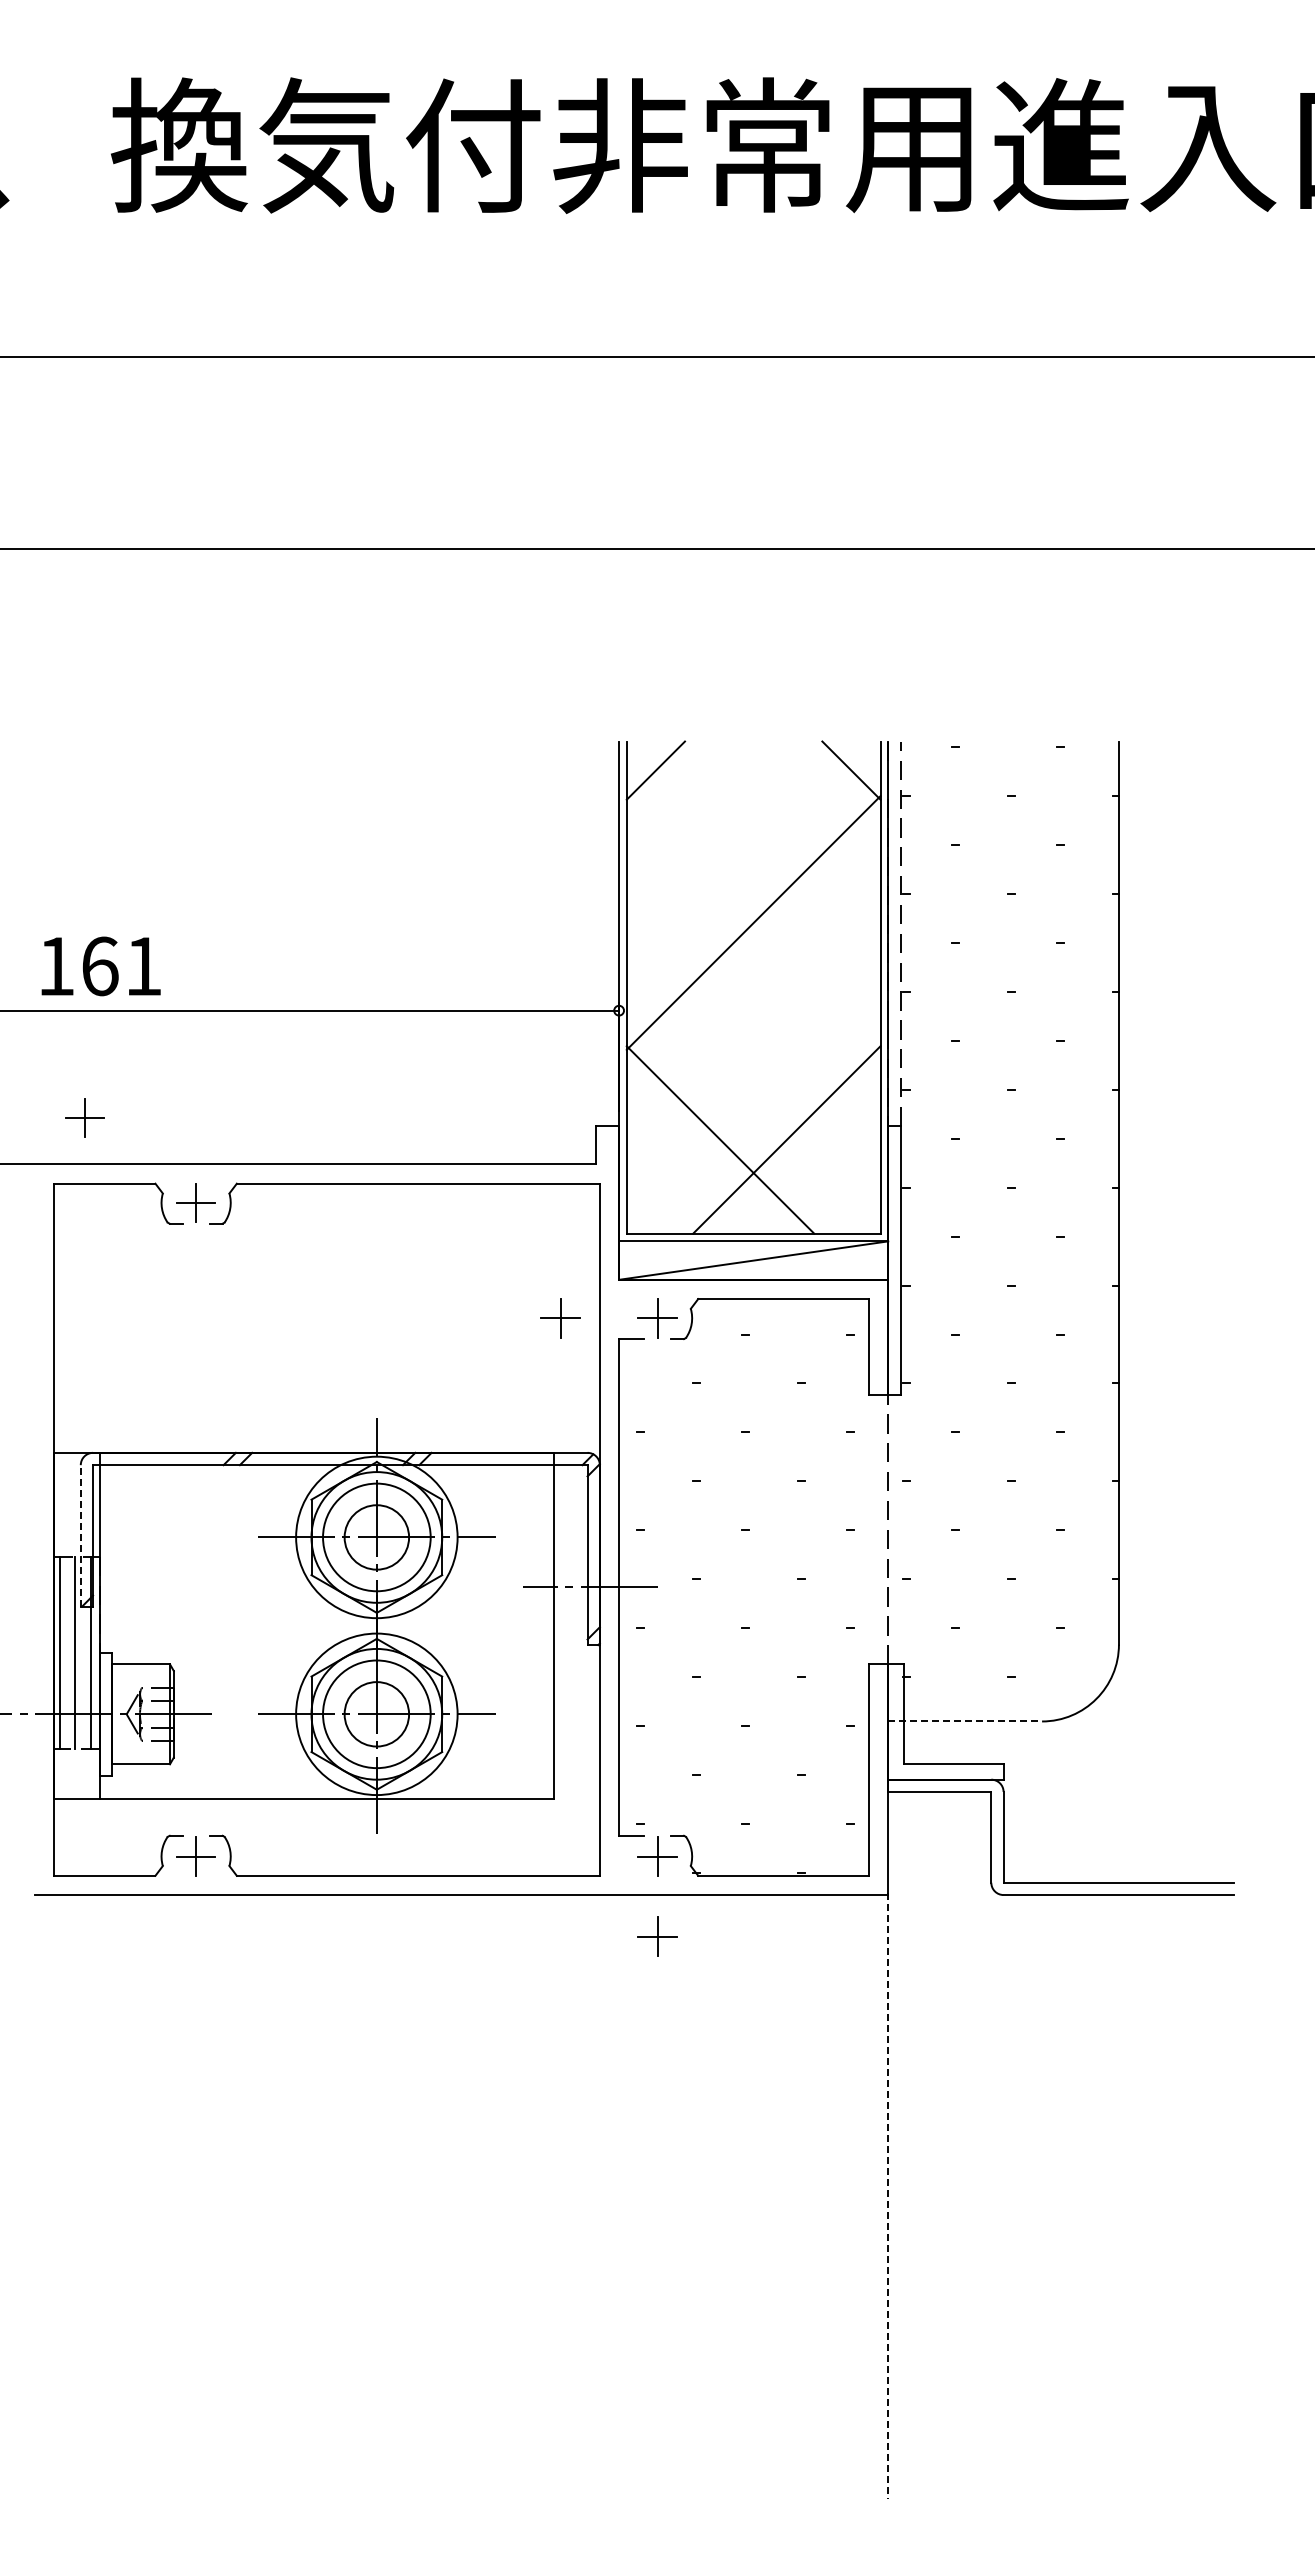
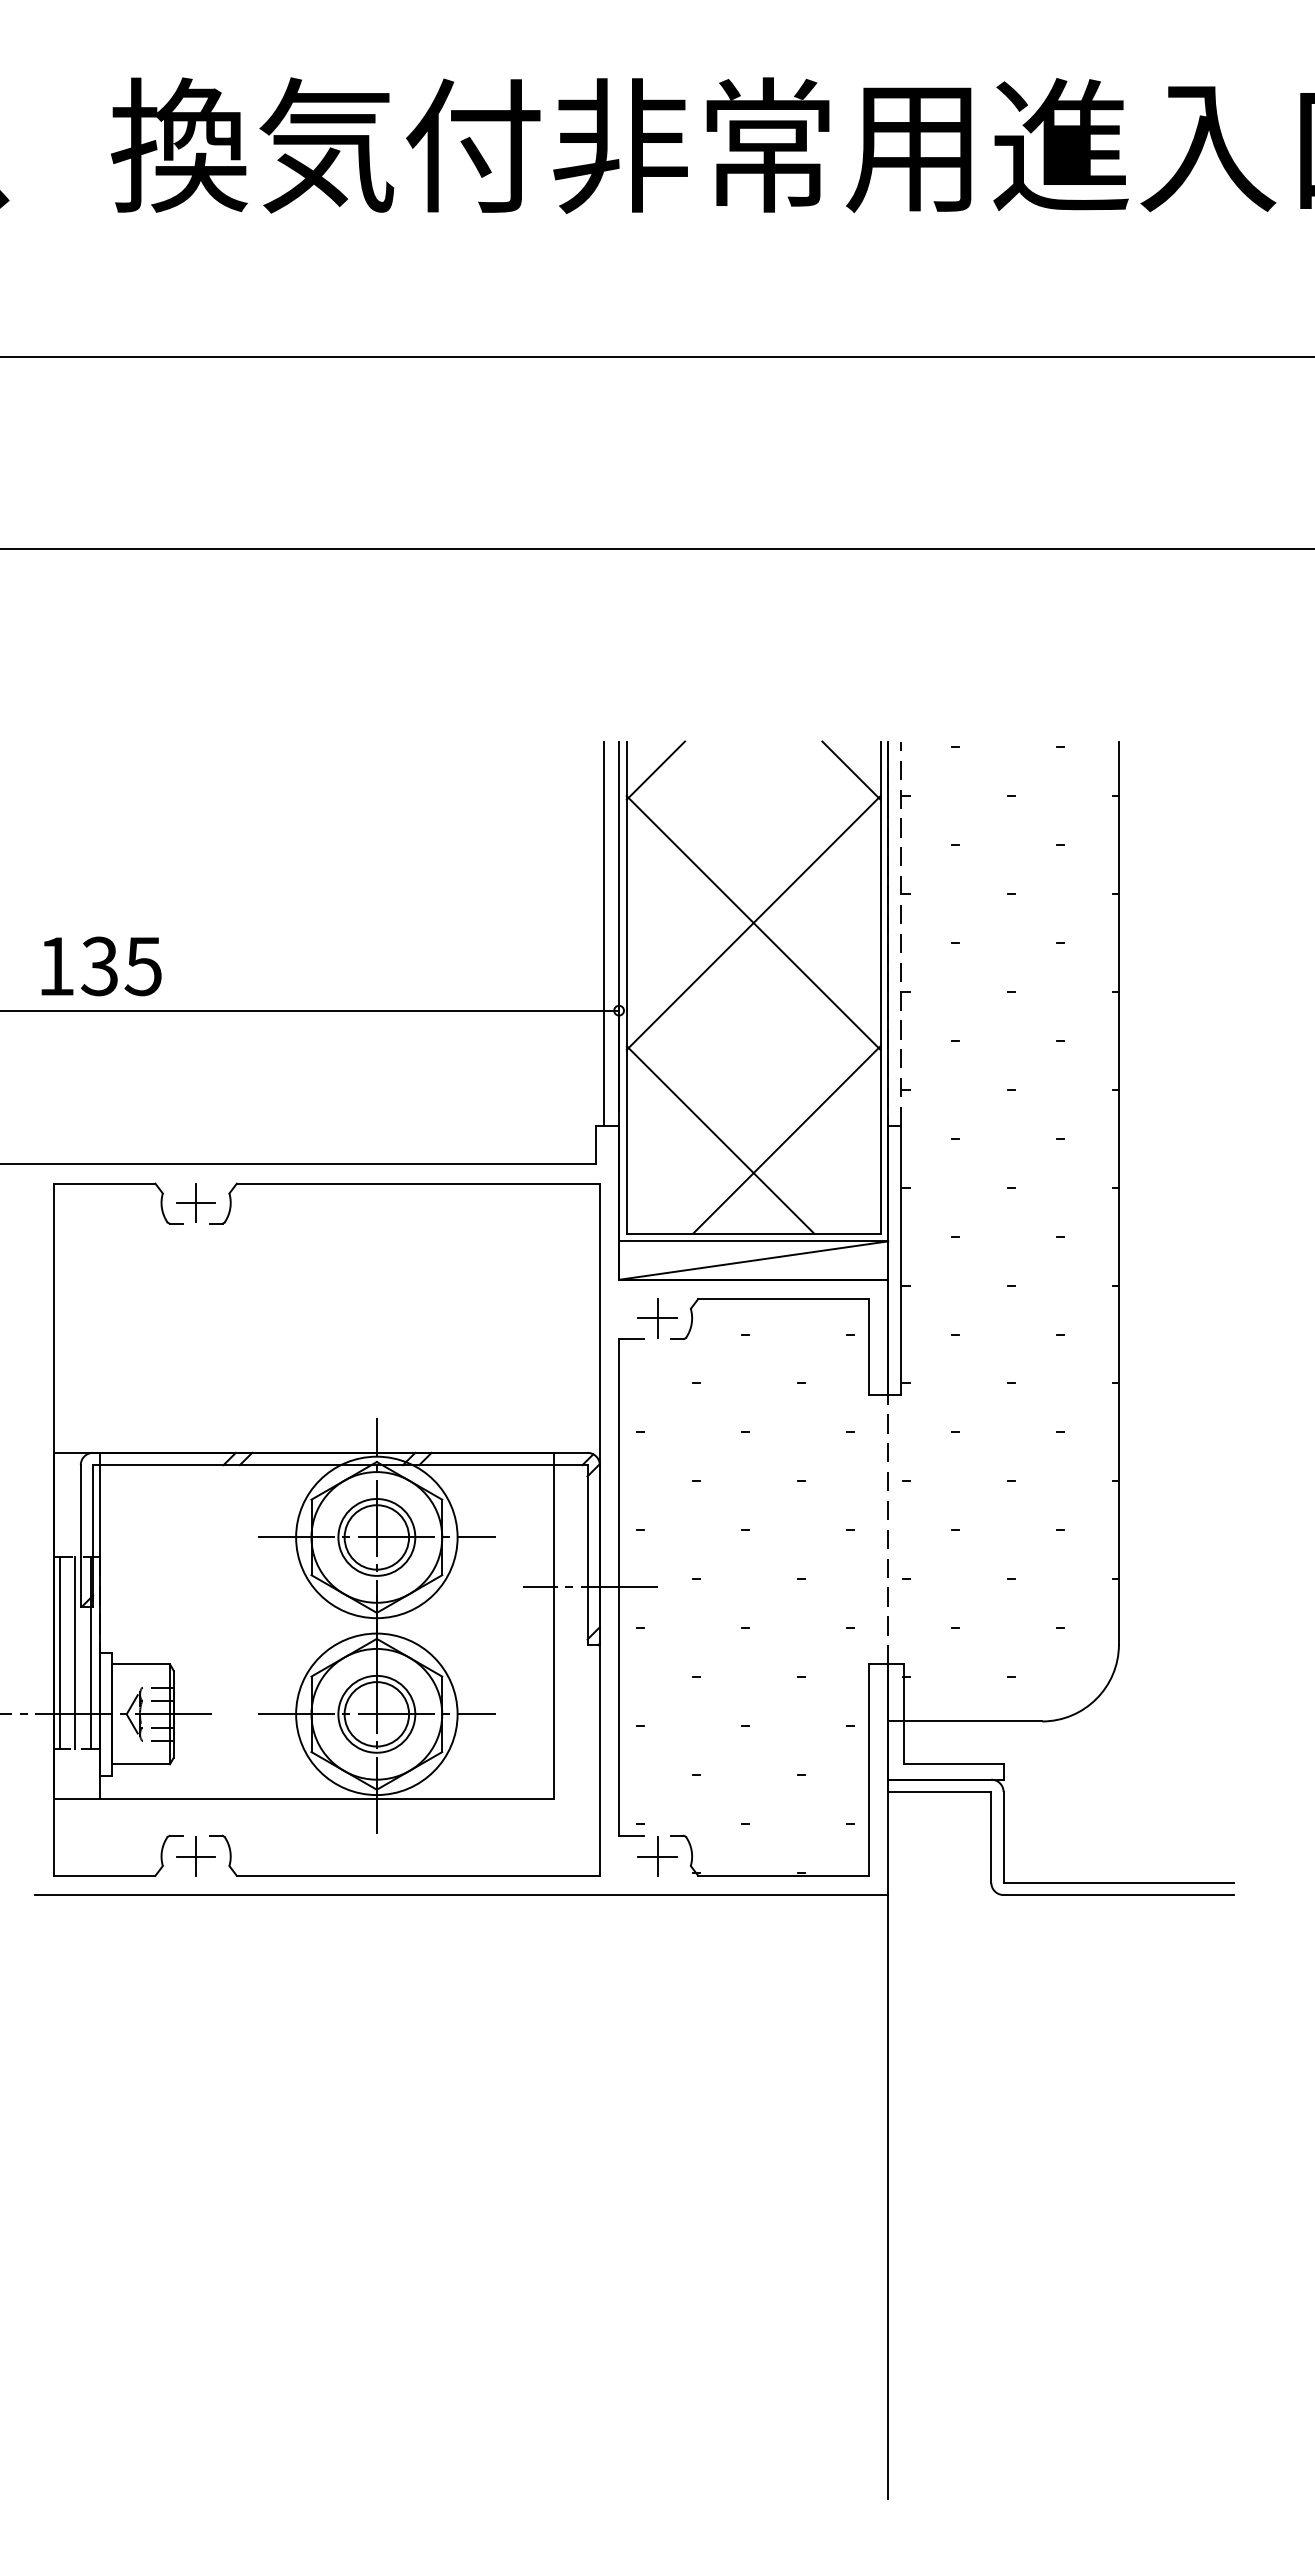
line at (753, 922): none -> present
line at (603, 933): none -> present
text at (121, 966): 161 -> 135
part at (84, 1117): present -> none
part at (560, 1318): present -> none
line at (80, 1535): dashed -> solid
circle at (376, 1537) diameter: 108 px -> 77 px
circle at (376, 1714) diameter: 108 px -> 77 px
line at (965, 1721): dashed -> solid
part at (657, 1936): present -> none
line at (888, 2195): dashed -> solid
